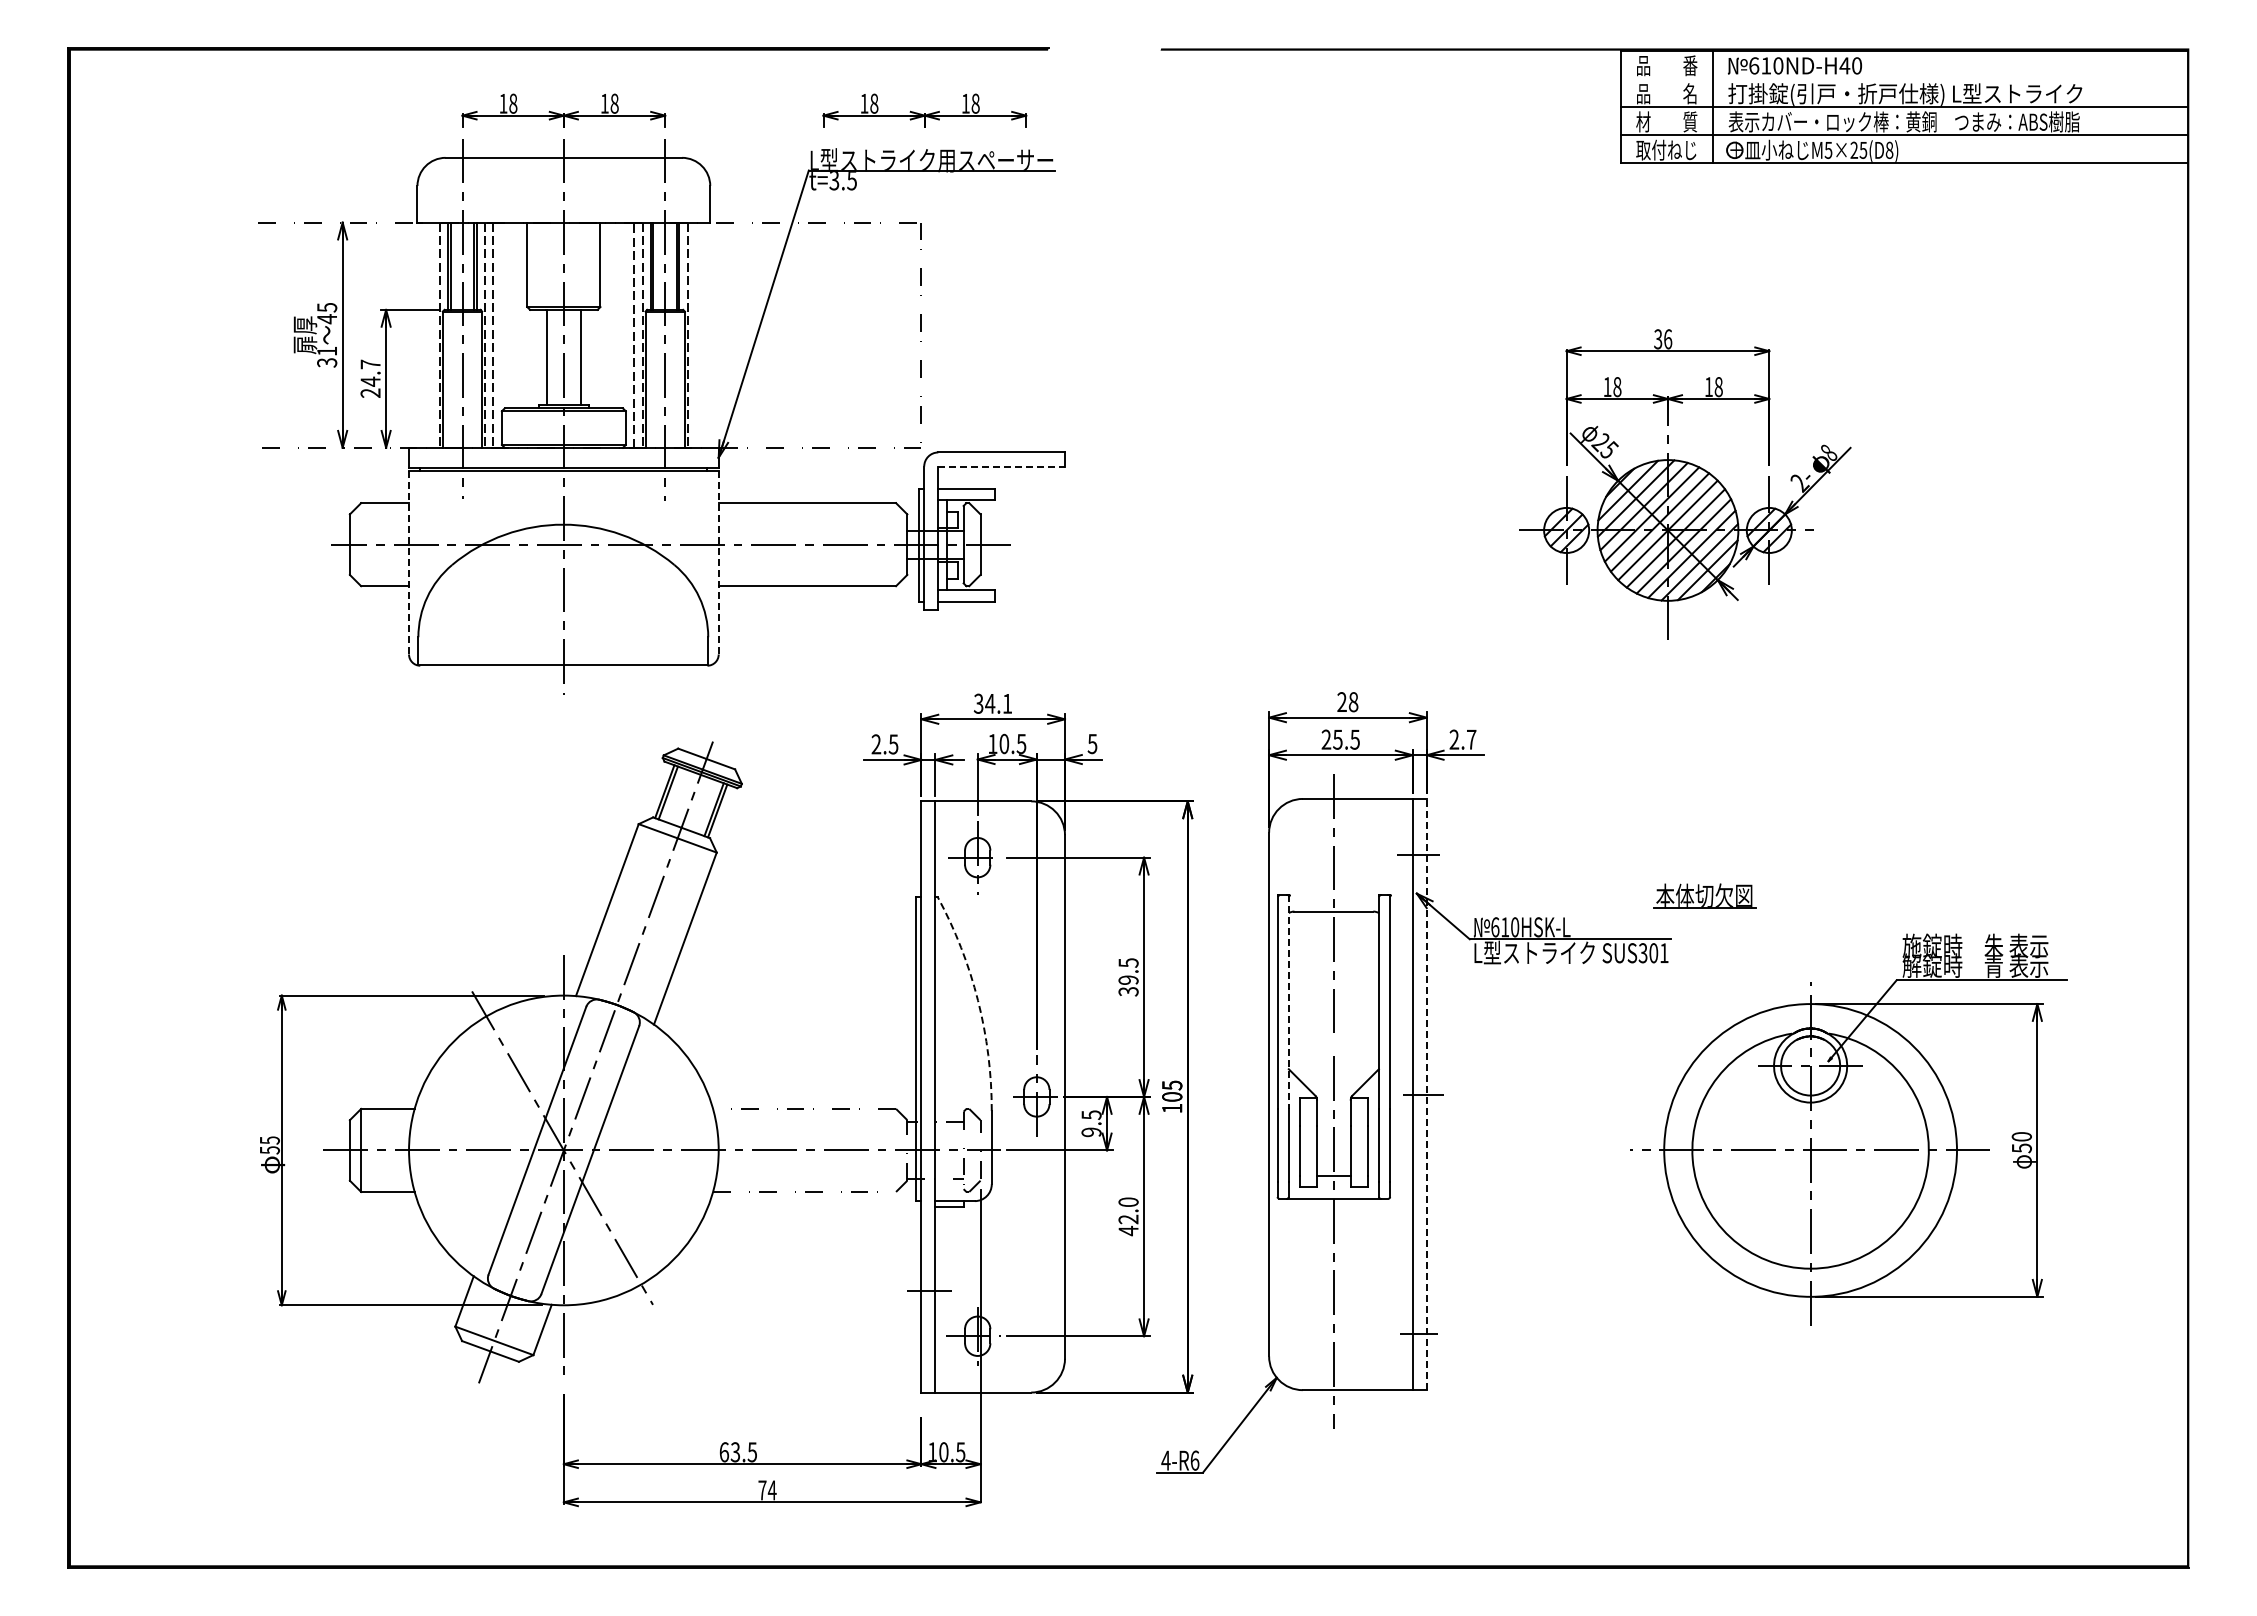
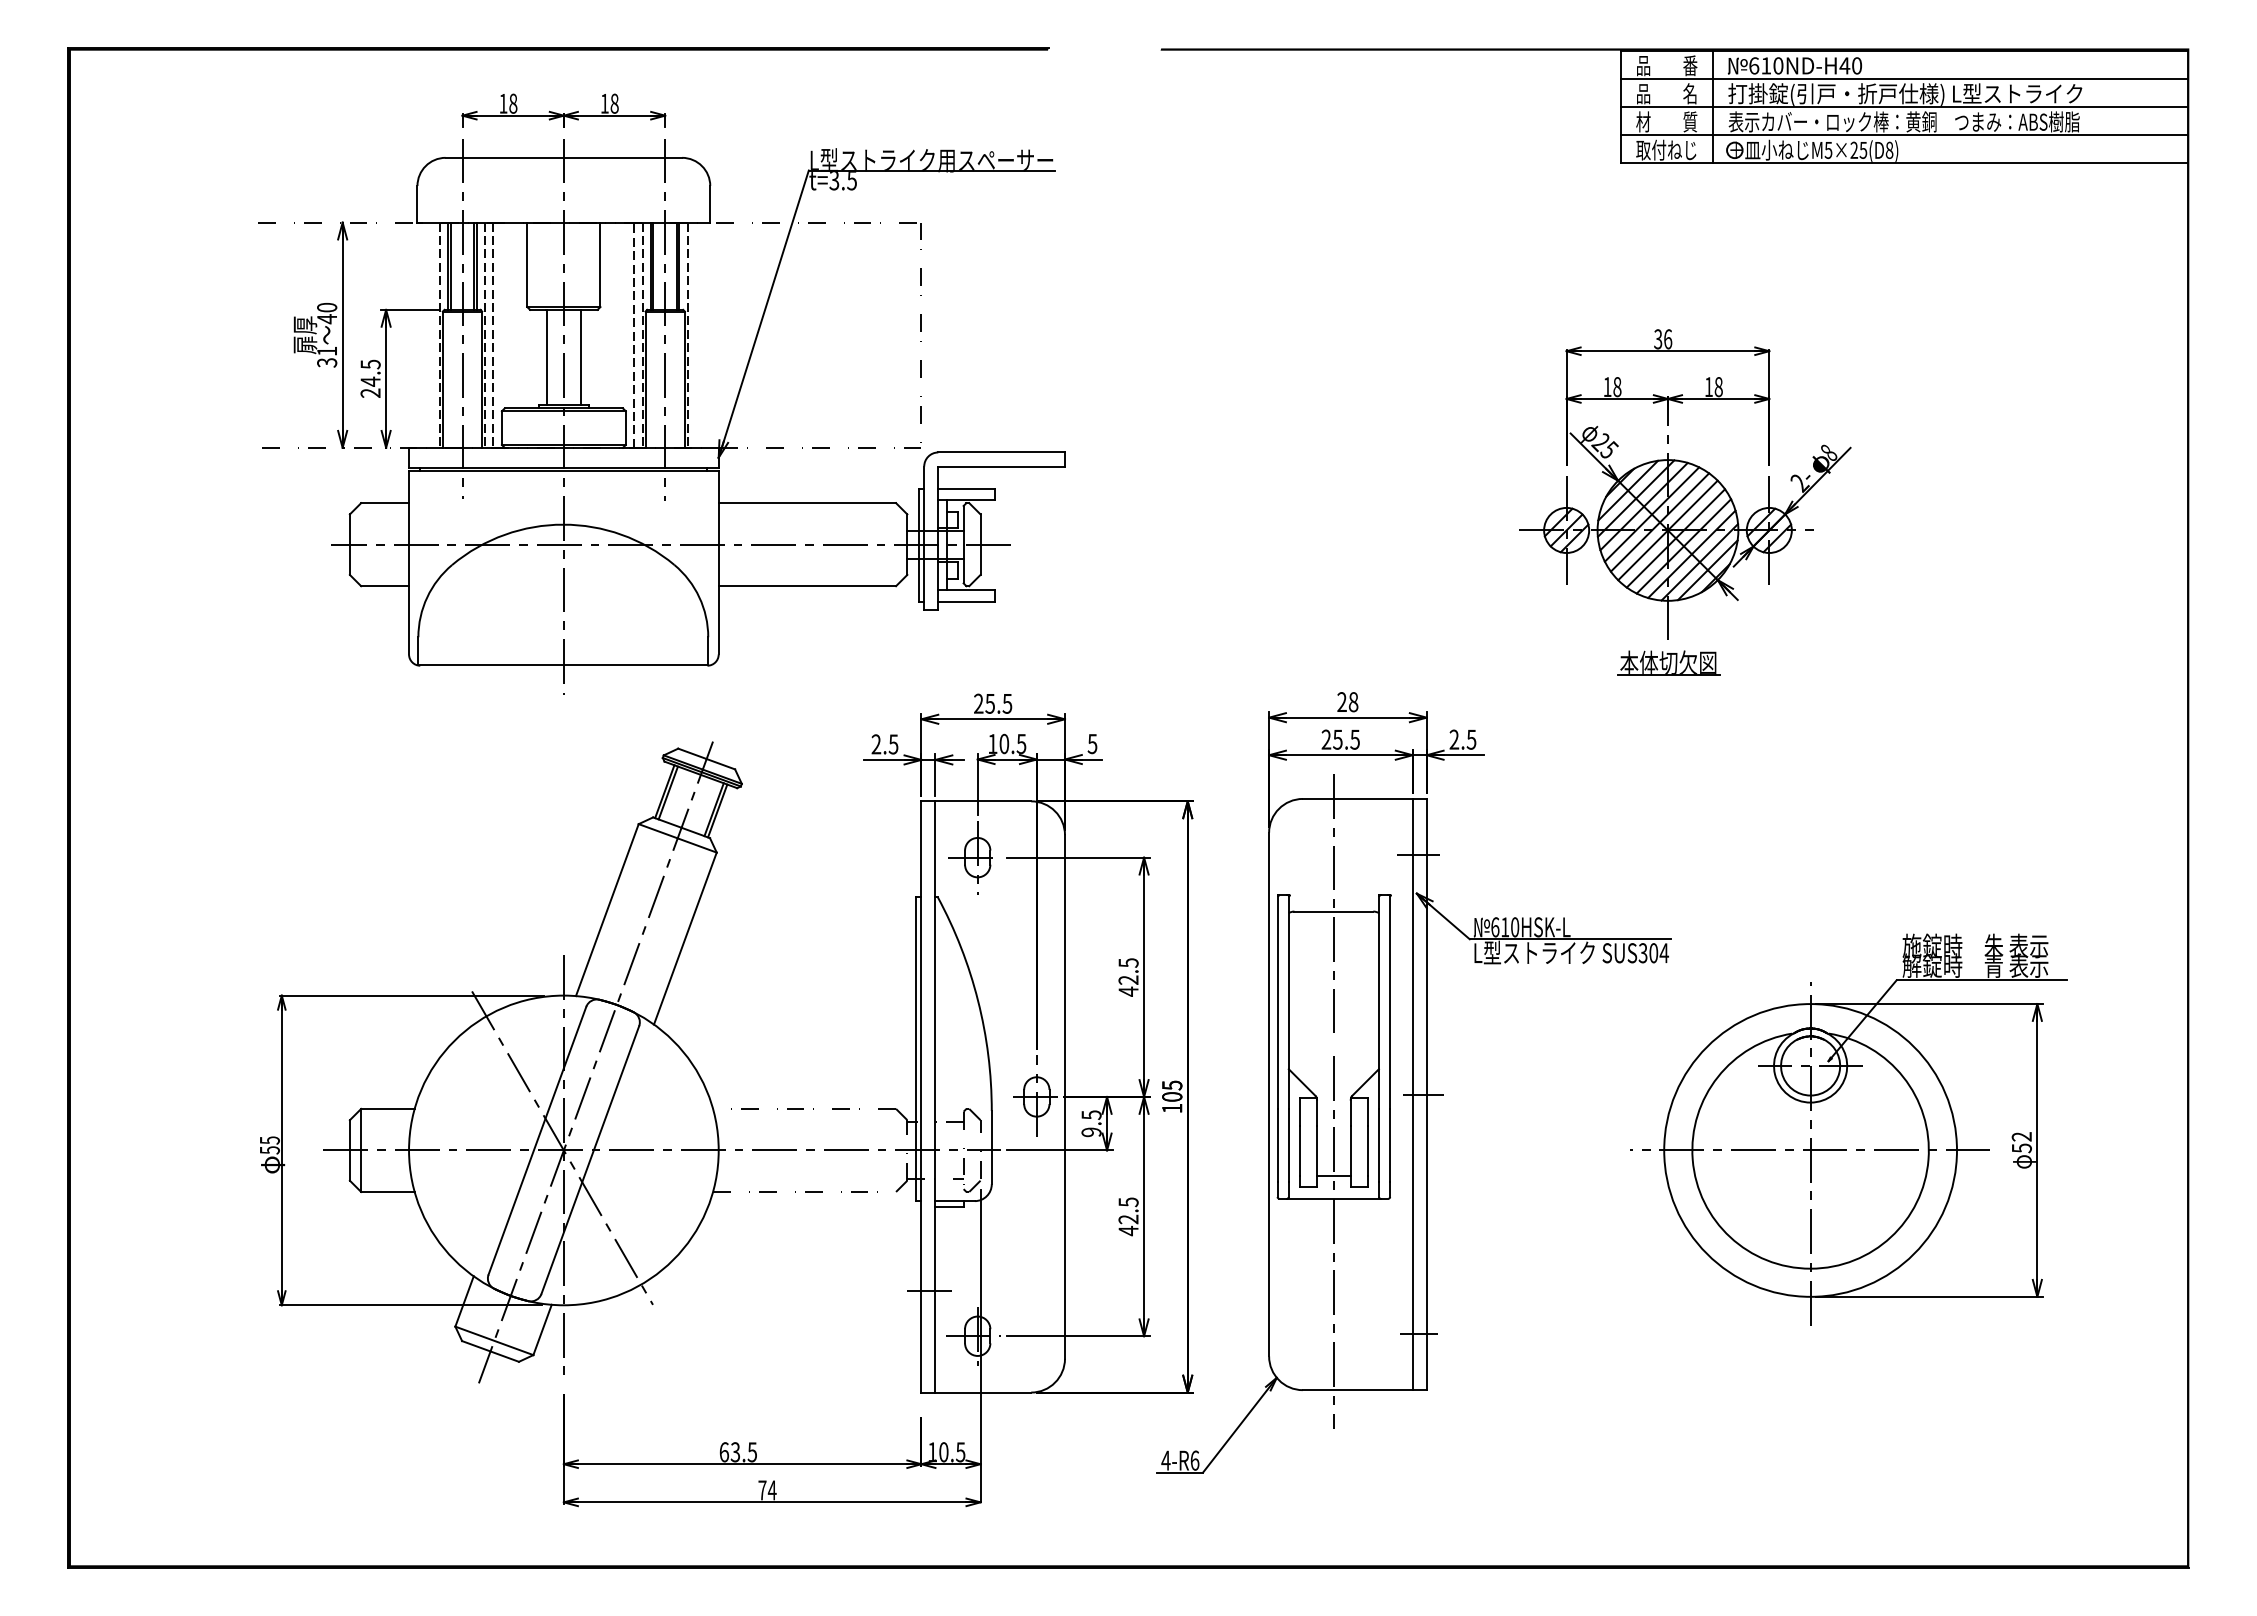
line at (1903, 78): none -> present
part at (924, 110): present -> none
text at (327, 307): 45 -> 40
text at (370, 364): 24.7 -> 24.5
line at (1002, 466): dashed -> solid
line at (409, 563): dashed -> solid
line at (718, 563): dashed -> solid
text at (992, 703): 34.1 -> 25.5
text at (1471, 739): 2.7 -> 2.5
part at (1704, 895) position: (1704, 895) -> (1668, 662)
text at (1664, 953): SUS301 -> SUS304
text at (1128, 985): 39.5 -> 42.5
arc at (978, 1000): dashed -> solid
line at (1288, 1001): dashed -> solid
line at (1426, 1094): dashed -> solid
text at (2021, 1136): 50 -> 52
text at (1128, 1202): 42.0 -> 42.5
